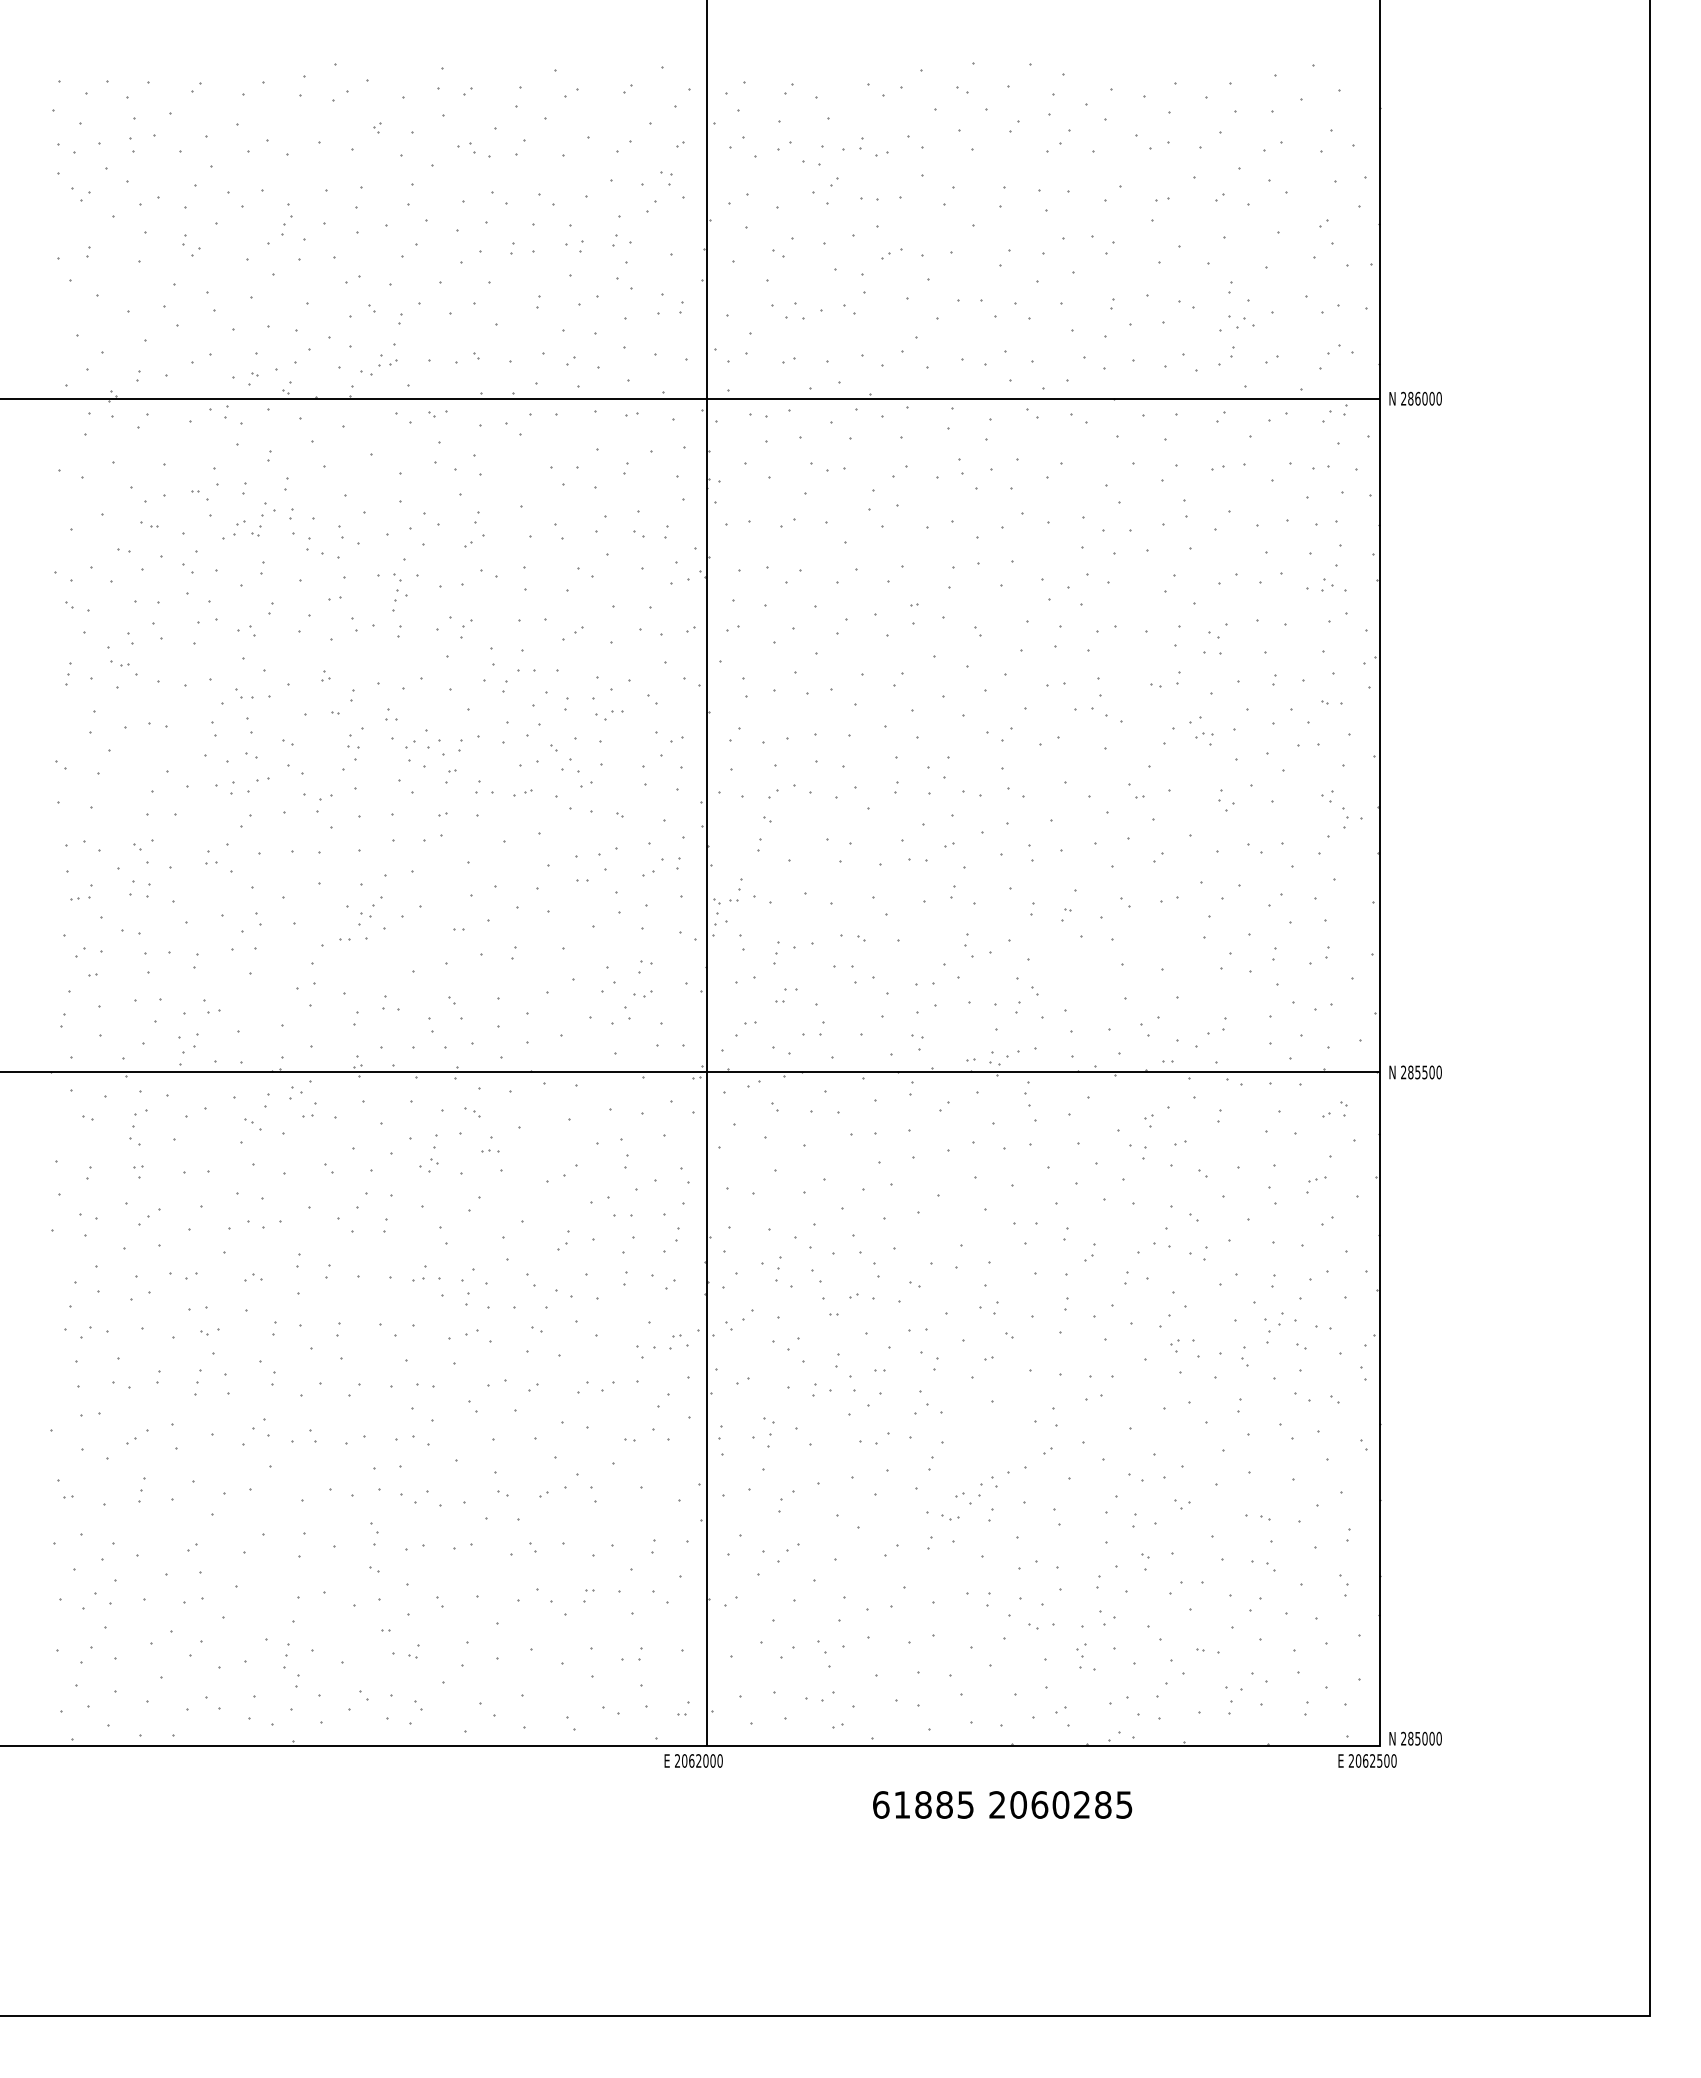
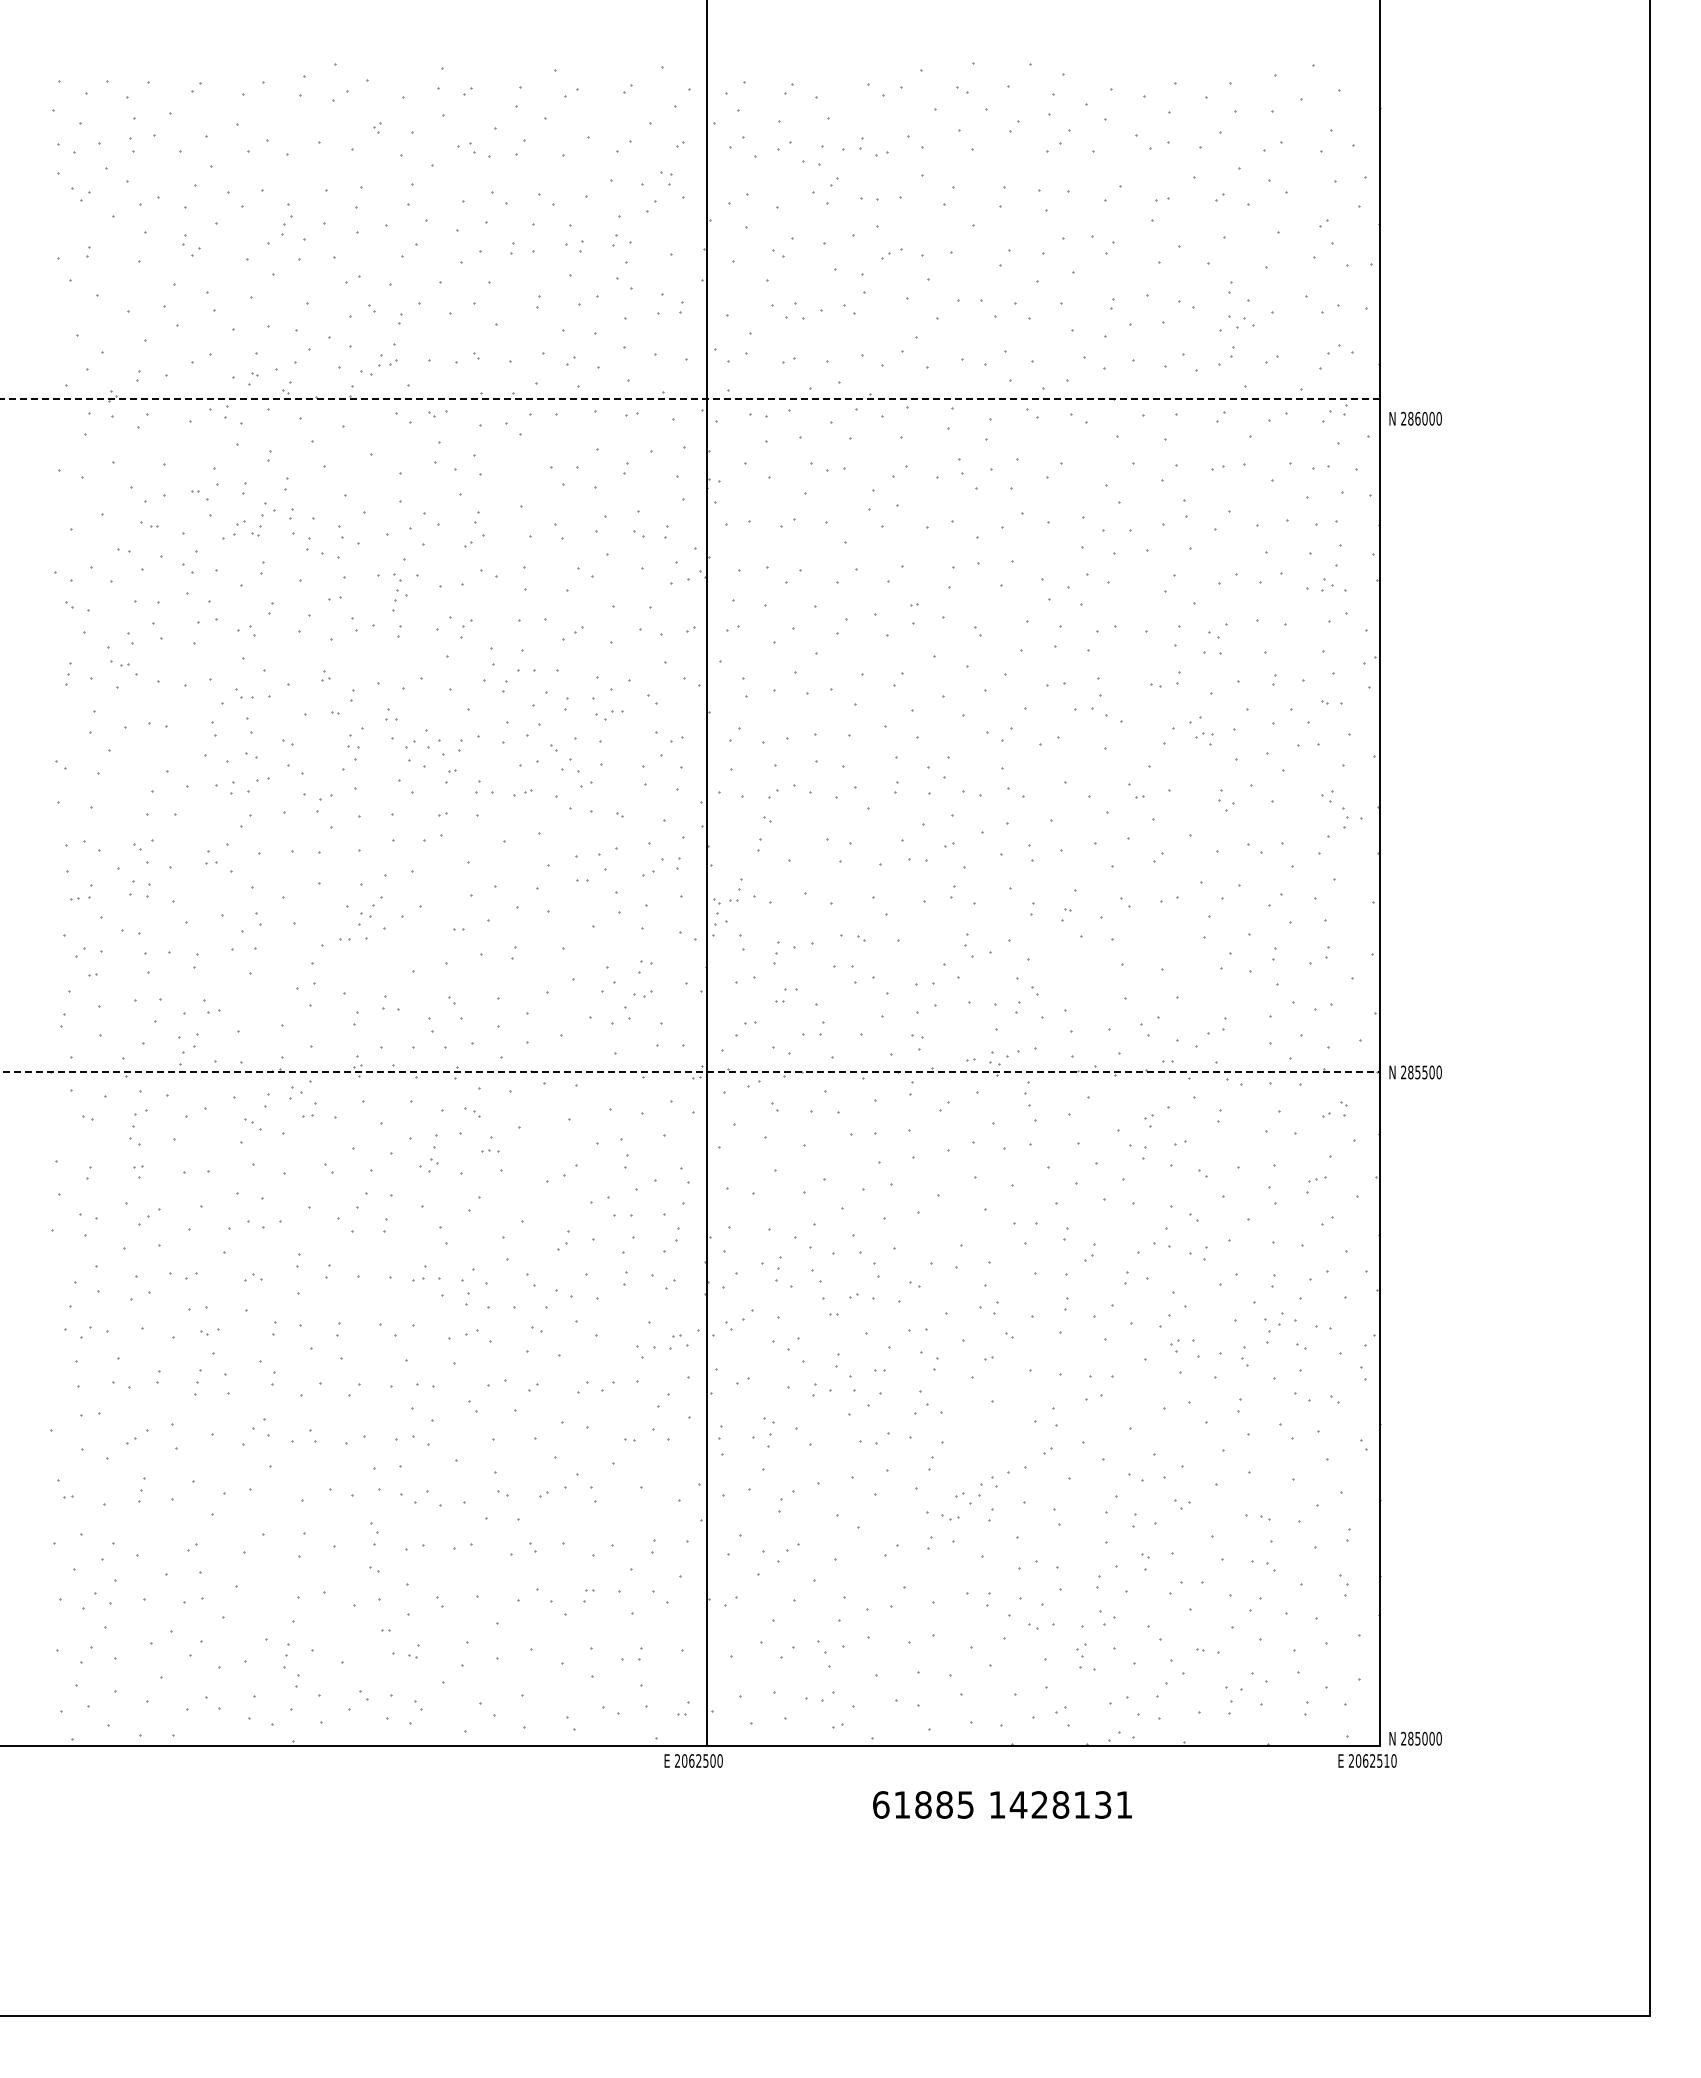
line at (690, 398): solid -> dashed
text at (1415, 398) position: (1415, 398) -> (1415, 418)
line at (690, 1072): solid -> dashed
text at (705, 1760): 2062000 -> 2062500
text at (1386, 1760): 2062500 -> 2062510
text at (1060, 1804): 2060285 -> 1428131
